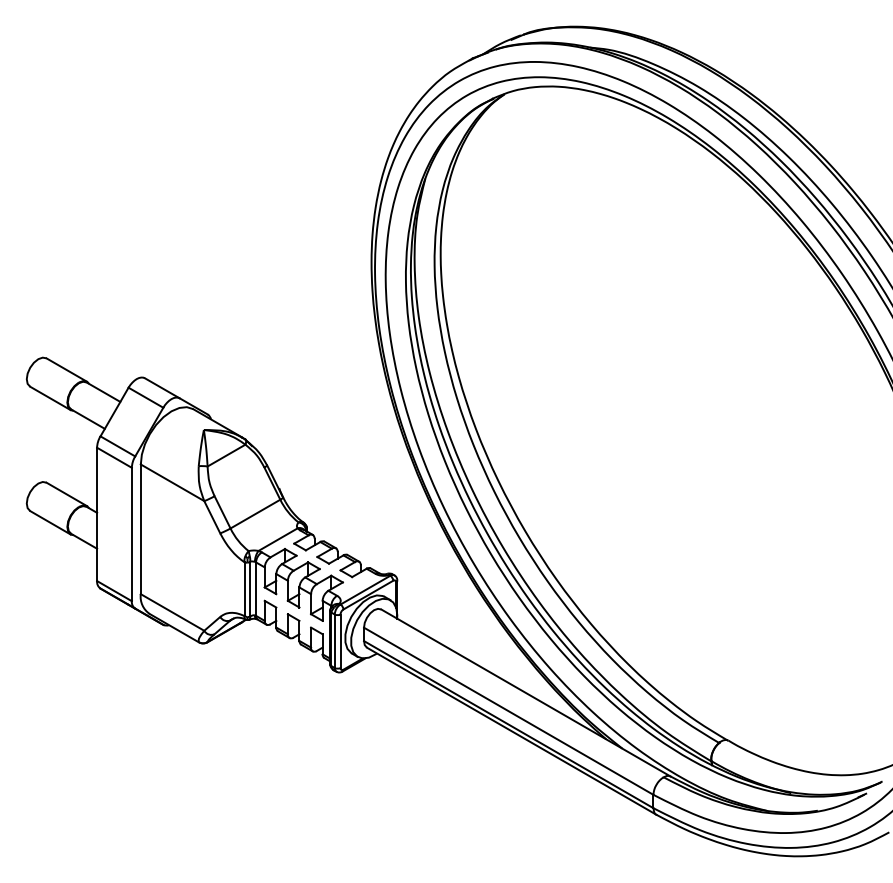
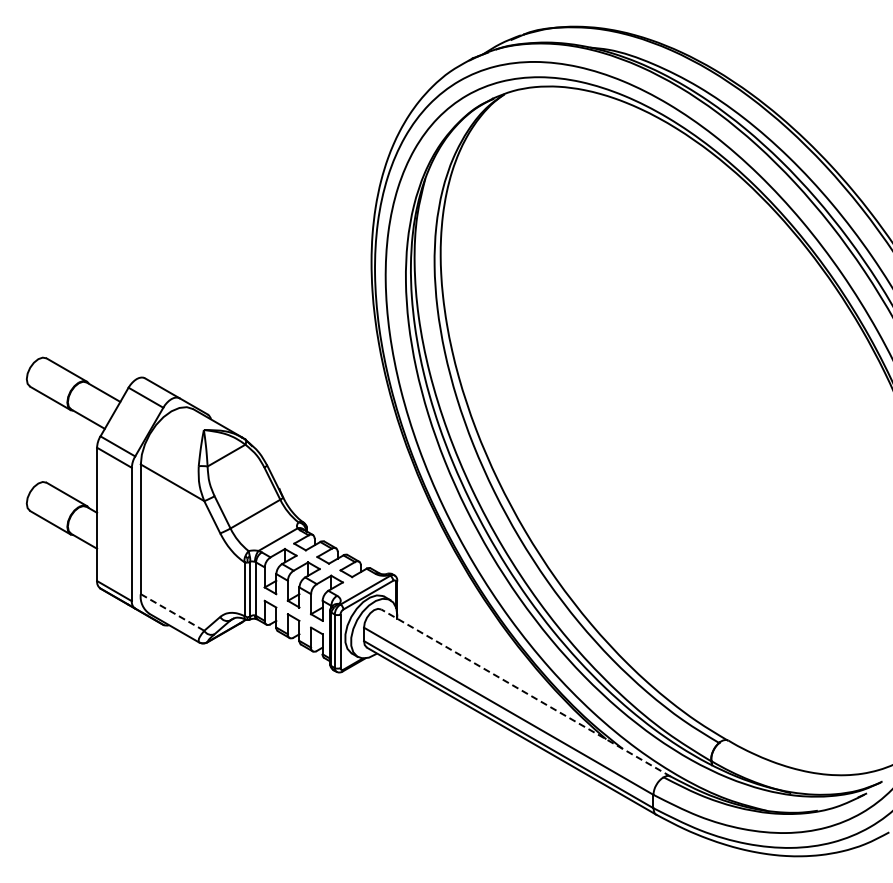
line at (172, 612): solid -> dashed
line at (525, 692): solid -> dashed
